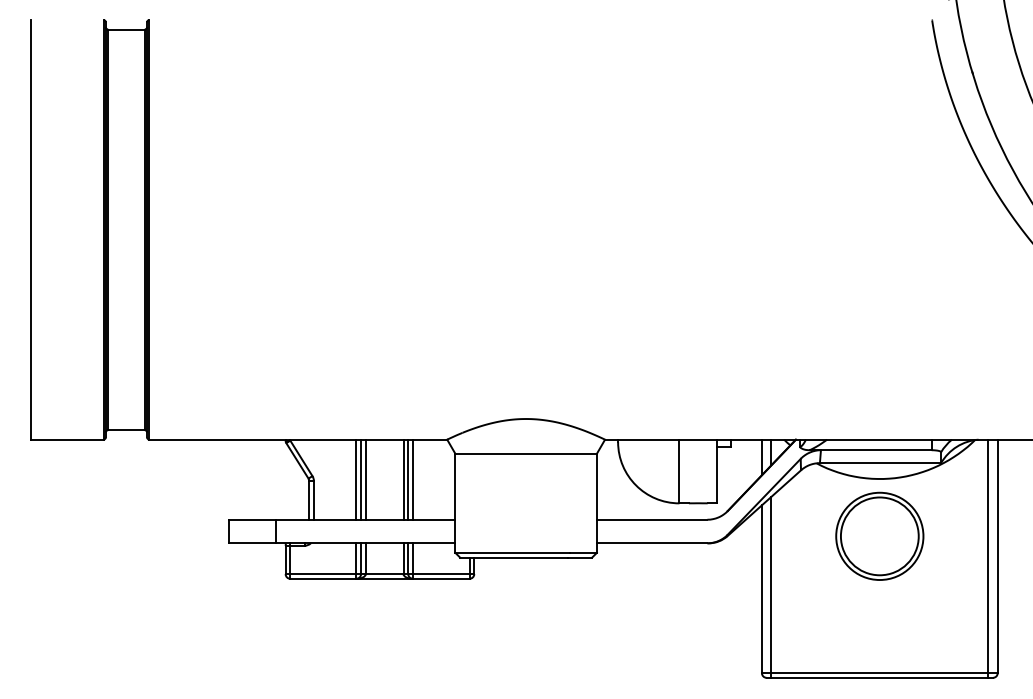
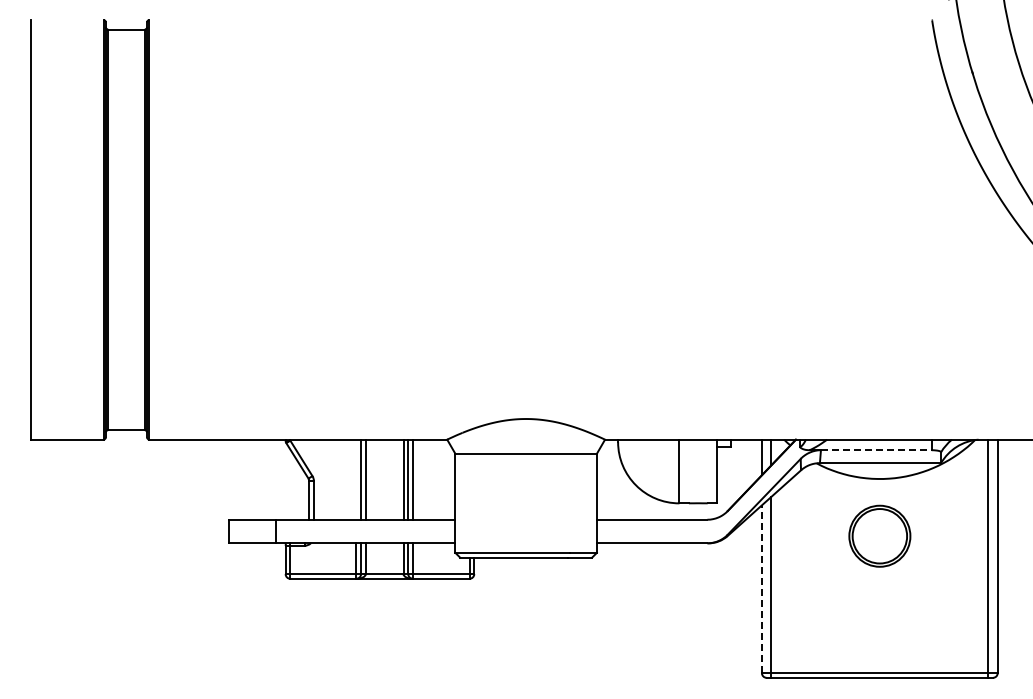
line at (876, 450): solid -> dashed
line at (356, 479): present -> none
part at (879, 535) size: 90x90 px -> 64x64 px
line at (761, 589): solid -> dashed
